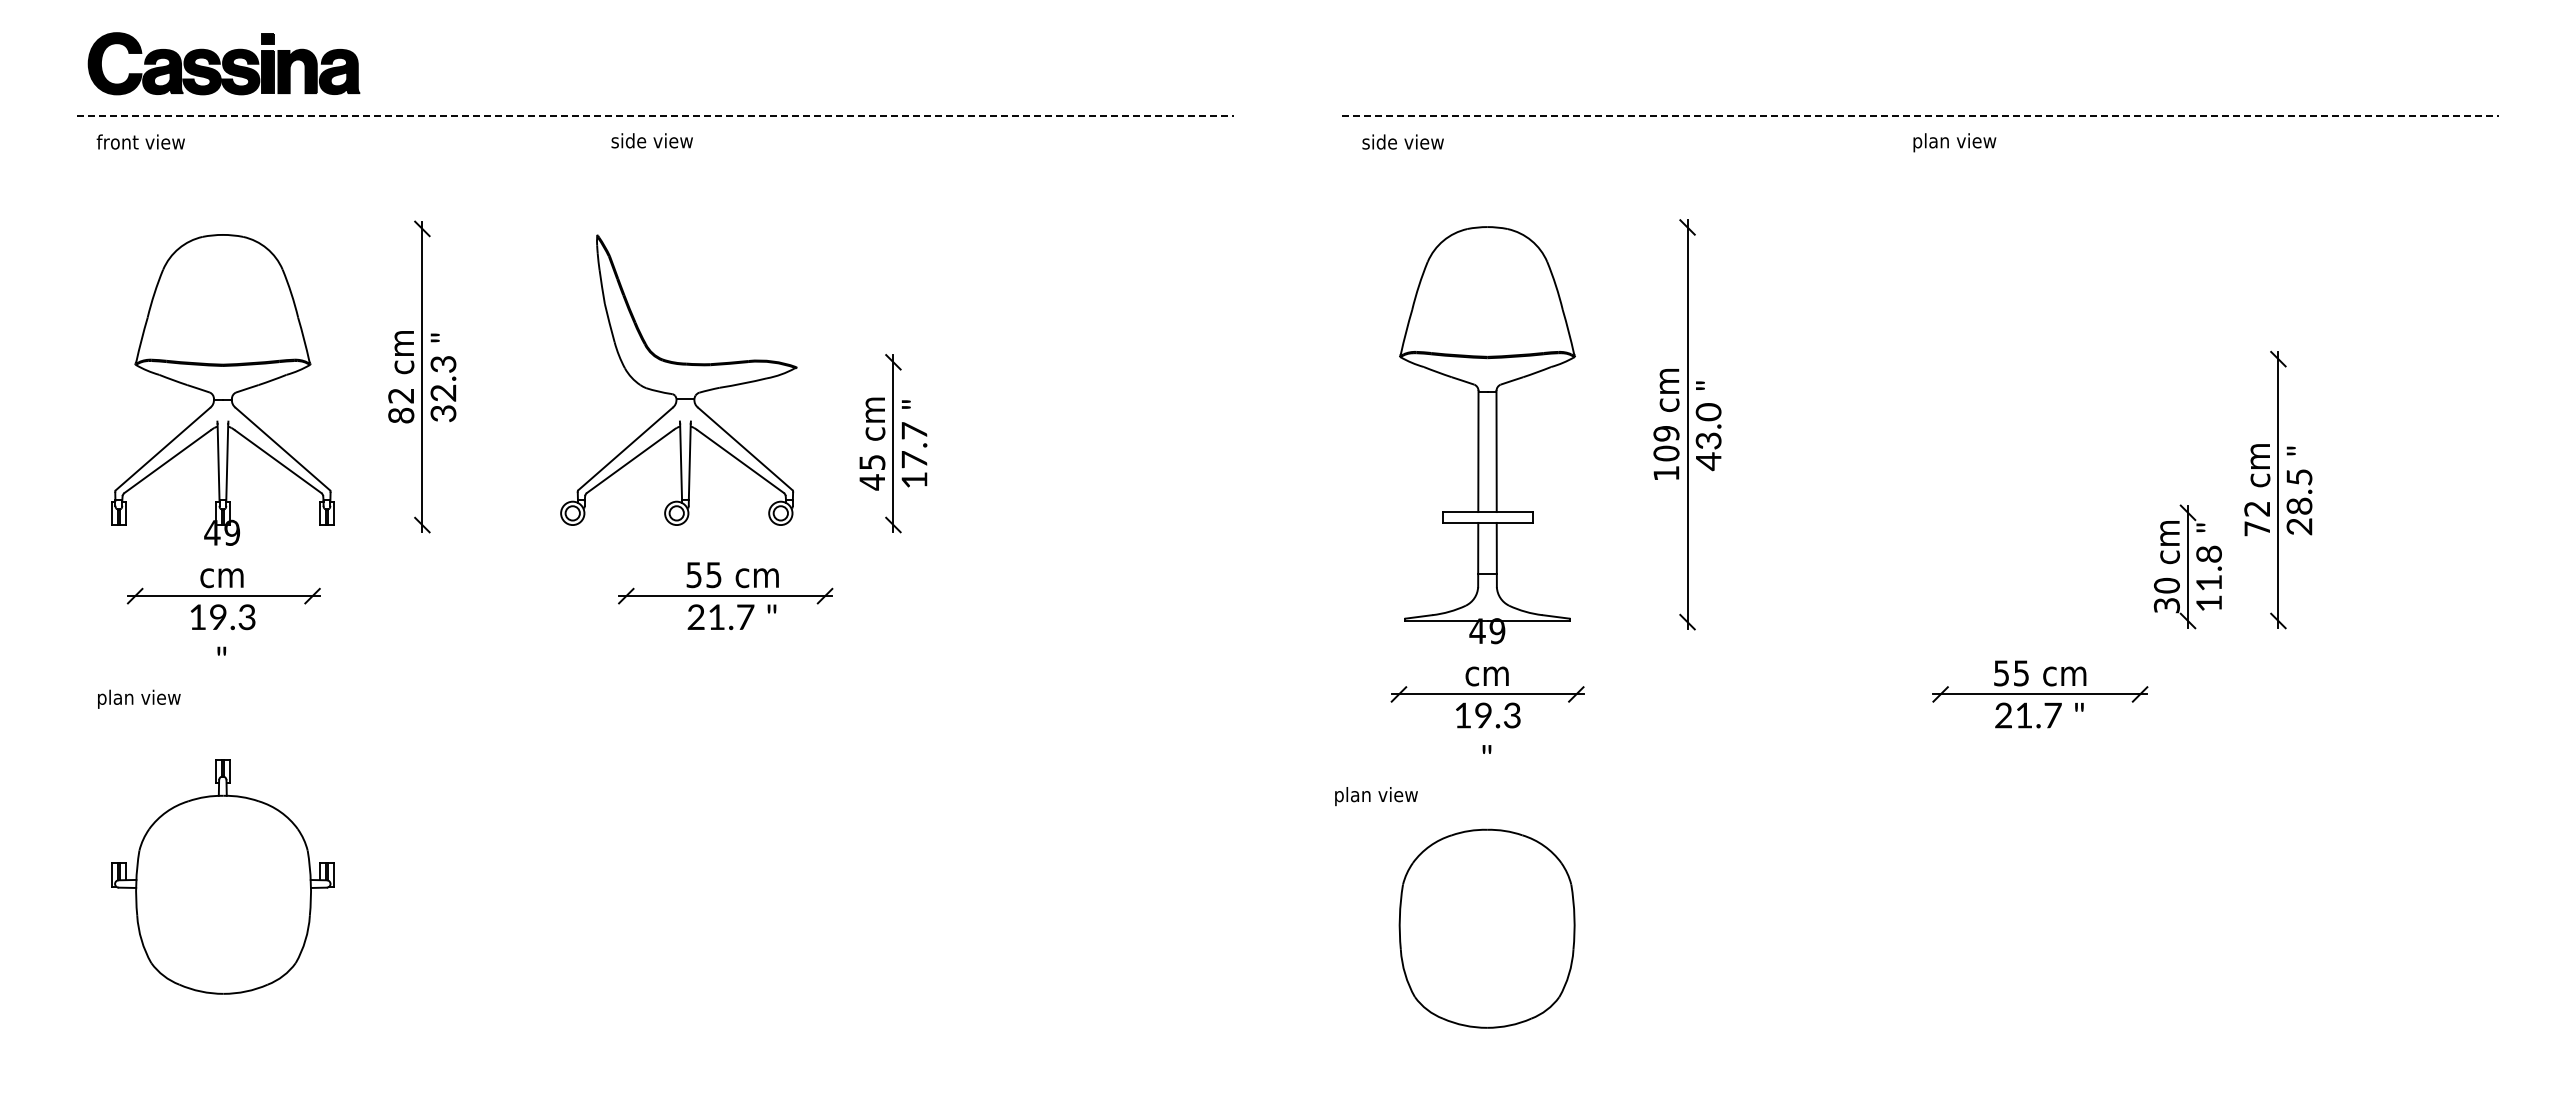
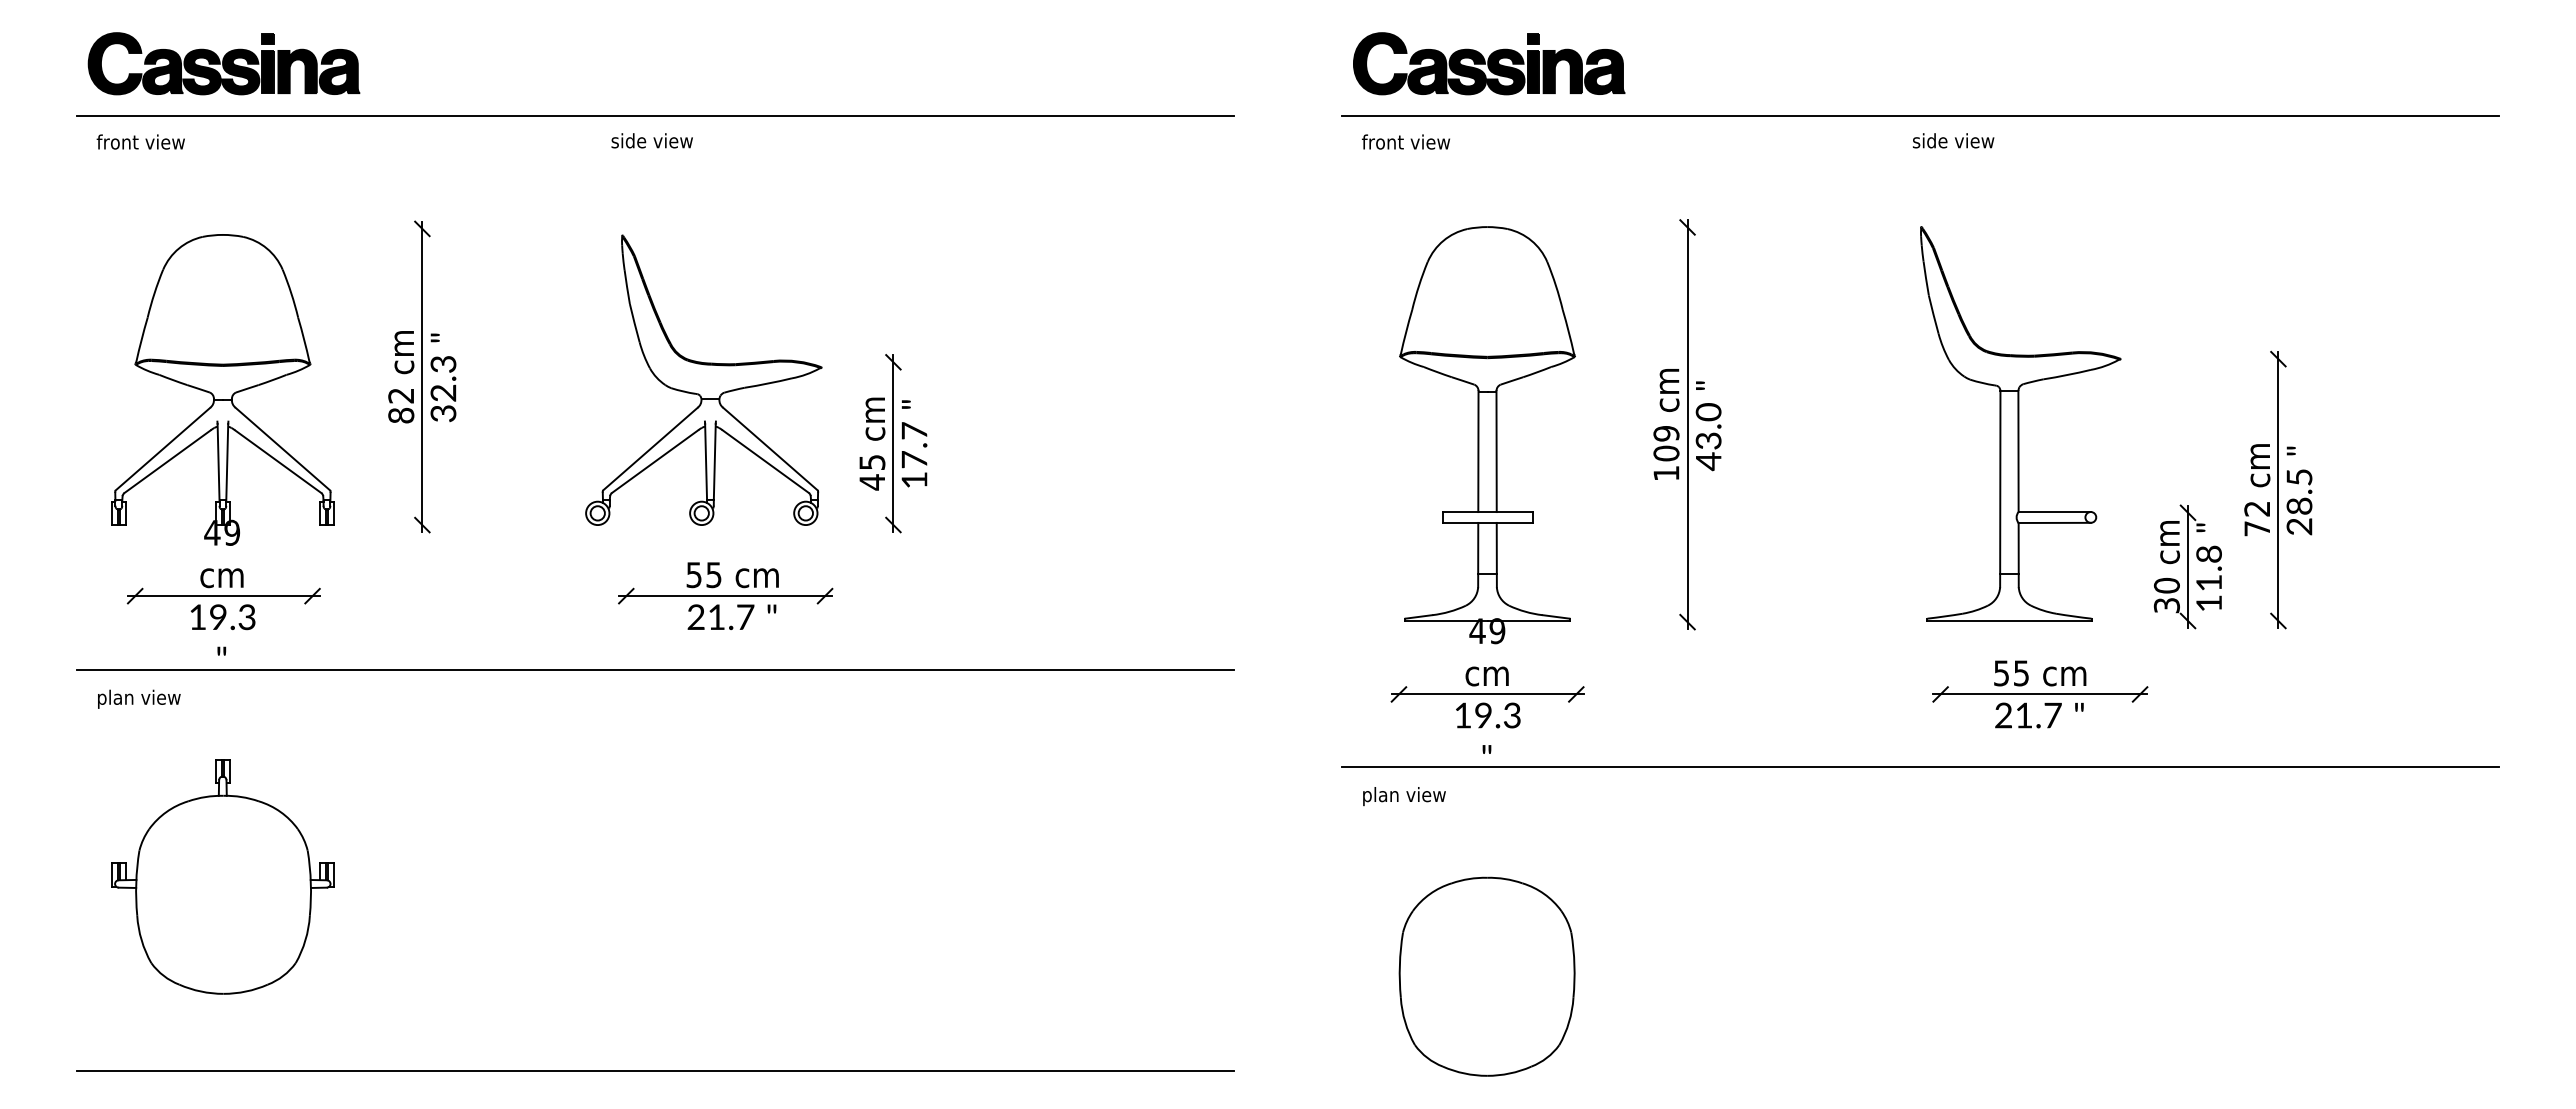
part at (1489, 63): none -> present
line at (655, 115): dashed -> solid
line at (1921, 115): dashed -> solid
text at (1405, 141): side view -> front view
text at (1954, 142): plan view -> side view
part at (678, 379) position: (678, 379) -> (703, 379)
part at (2020, 423): none -> present
line at (655, 669): none -> present
line at (1920, 767): none -> present
text at (1376, 796) position: (1376, 796) -> (1404, 796)
part at (1486, 928) position: (1486, 928) -> (1486, 976)
line at (655, 1070): none -> present
